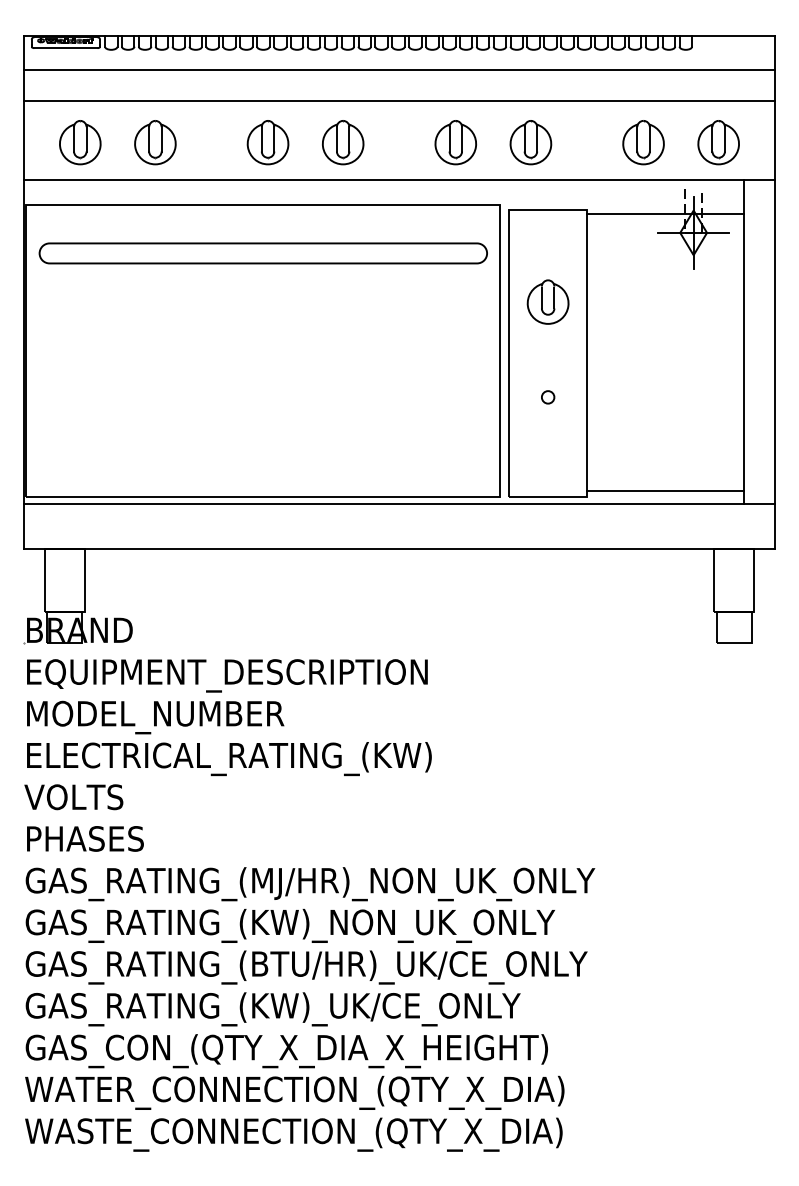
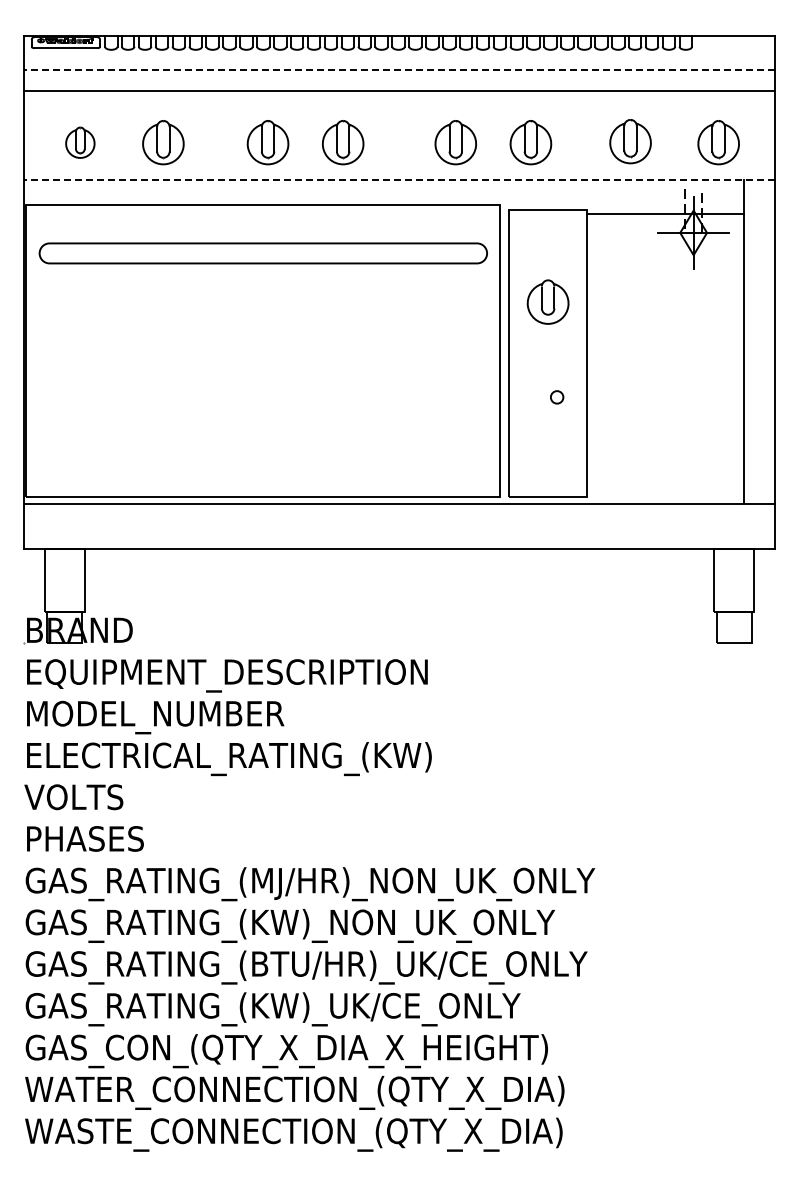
line at (399, 70): solid -> dashed
line at (399, 100) position: (399, 100) -> (399, 90)
part at (80, 142) size: 43x46 px -> 31x33 px
part at (155, 142) position: (155, 142) -> (163, 142)
part at (643, 142) position: (643, 142) -> (630, 141)
line at (399, 179): solid -> dashed
circle at (548, 397) position: (548, 397) -> (557, 397)
line at (665, 491): present -> none
